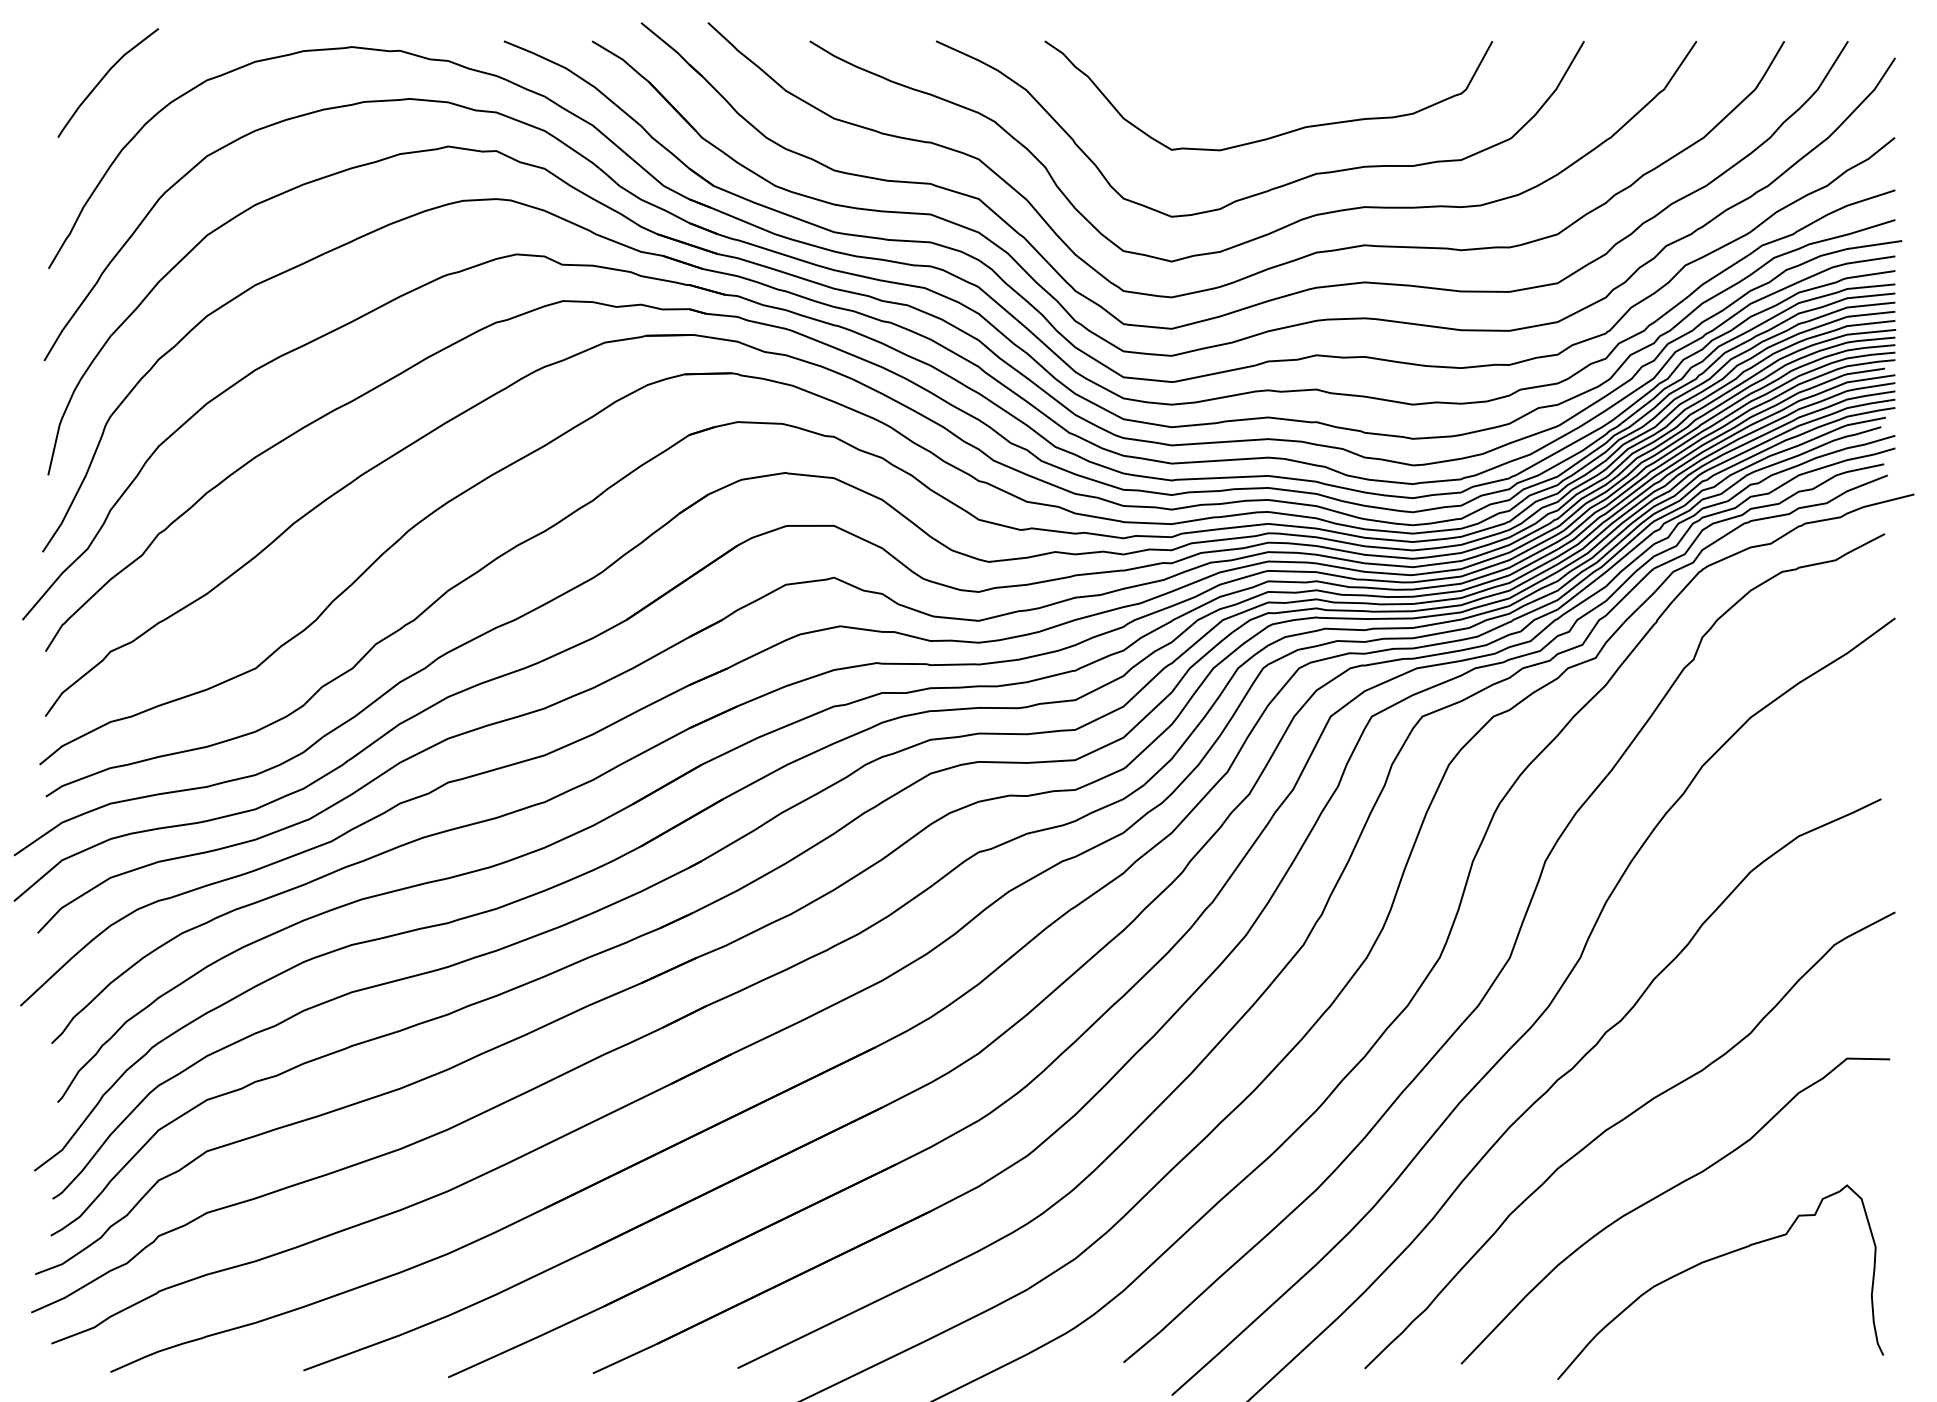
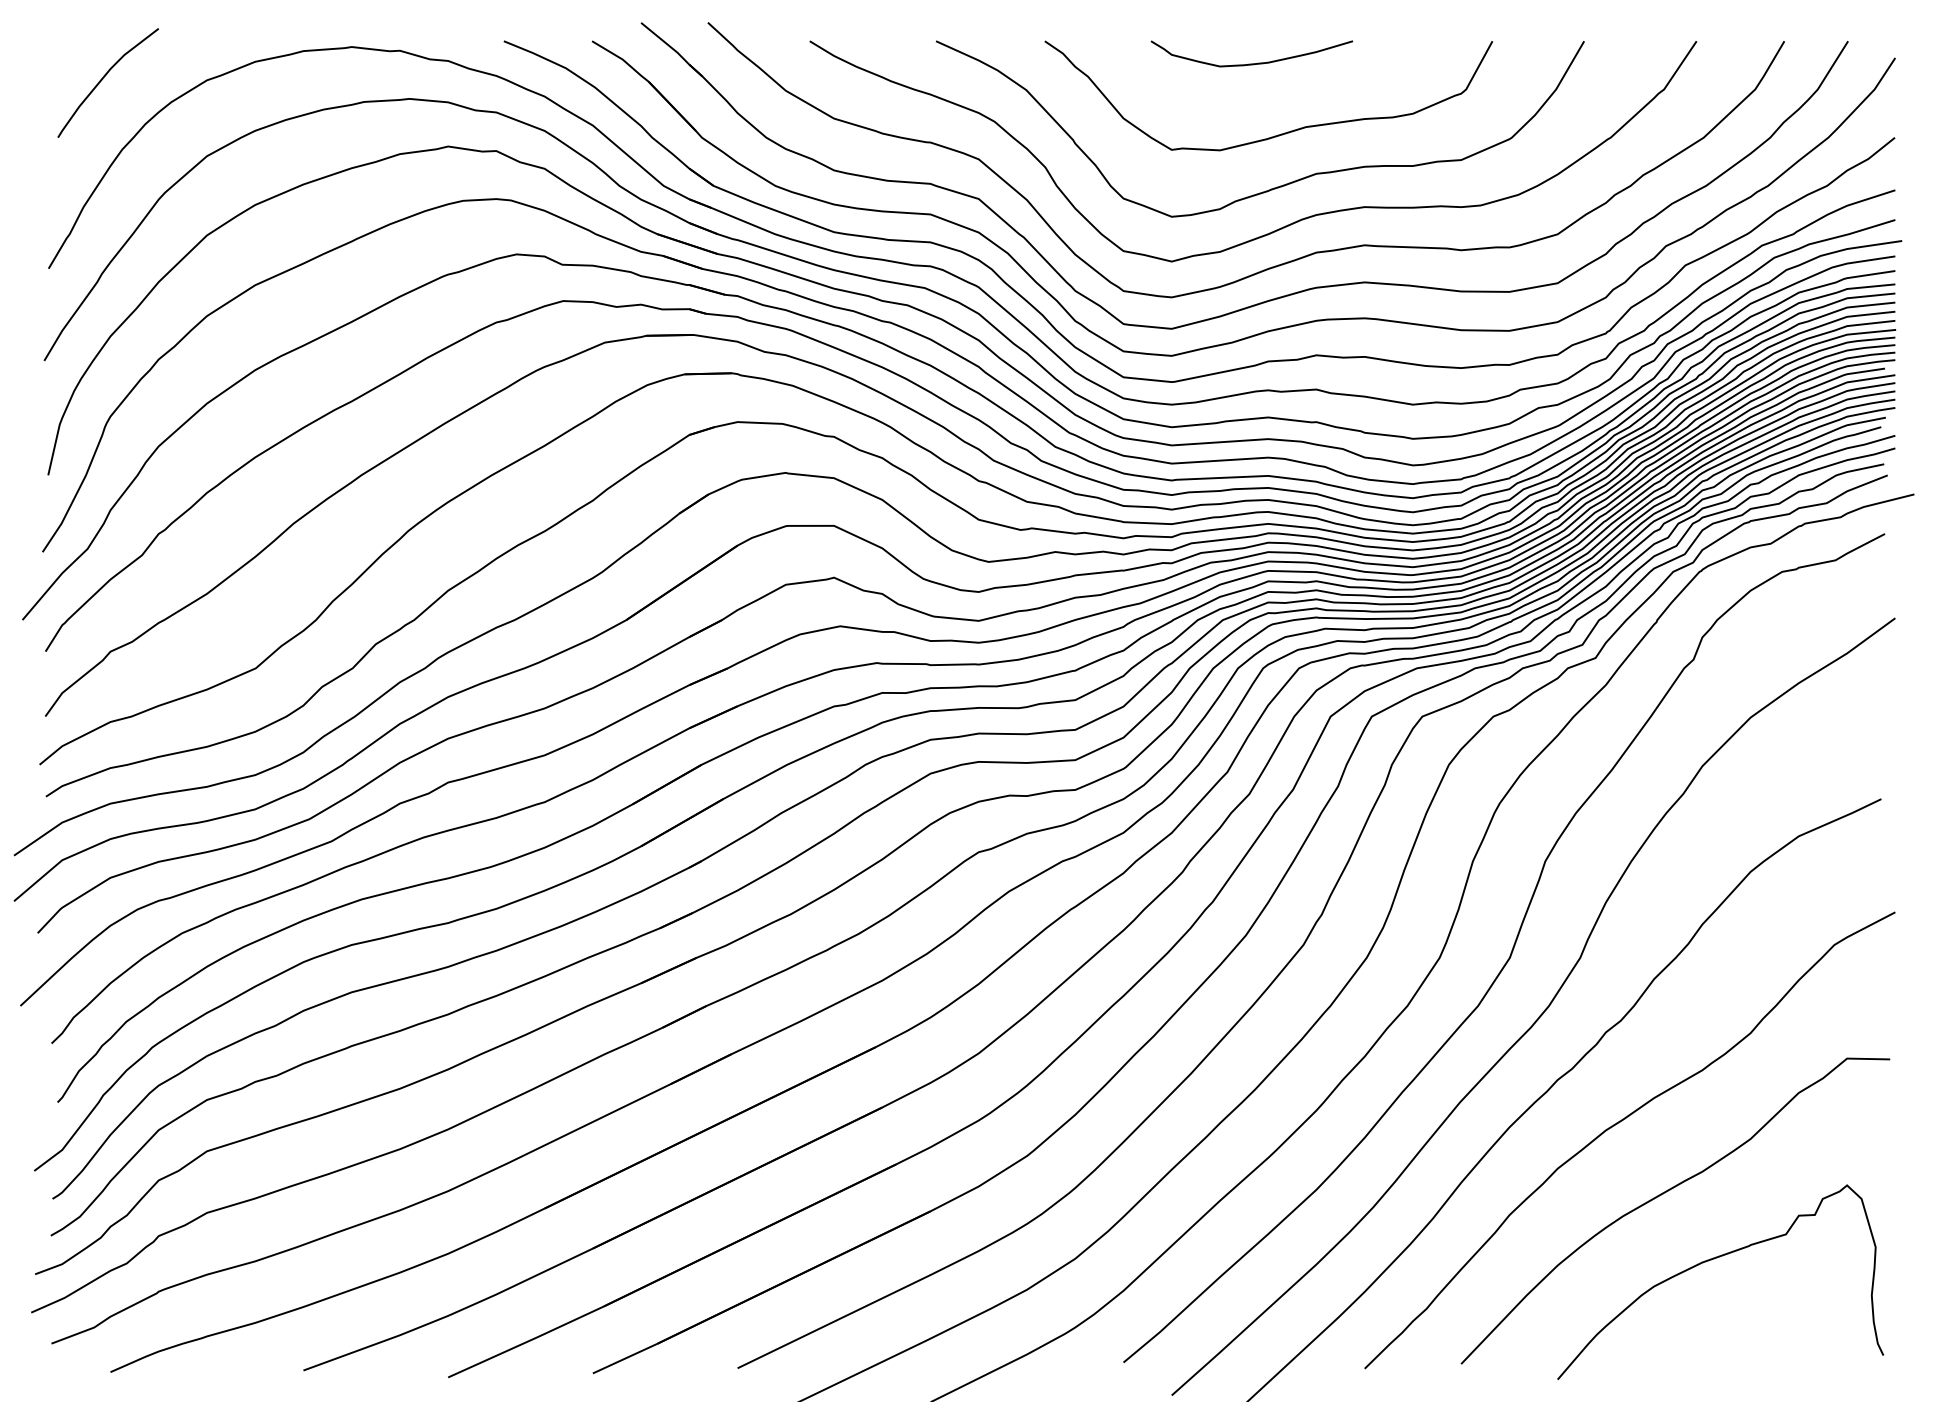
curve at (1251, 63): none -> present
